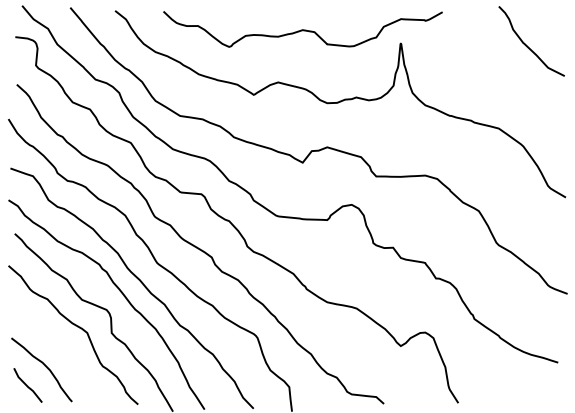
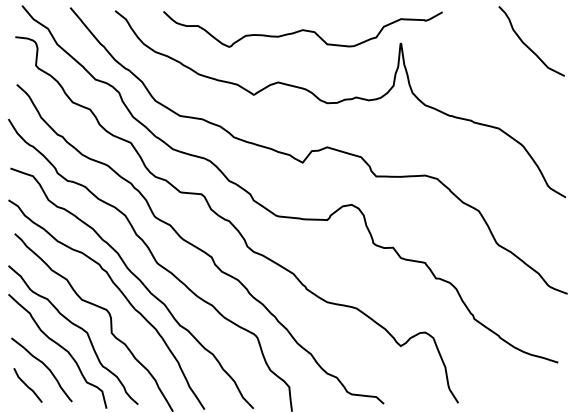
curve at (60, 347): none -> present
